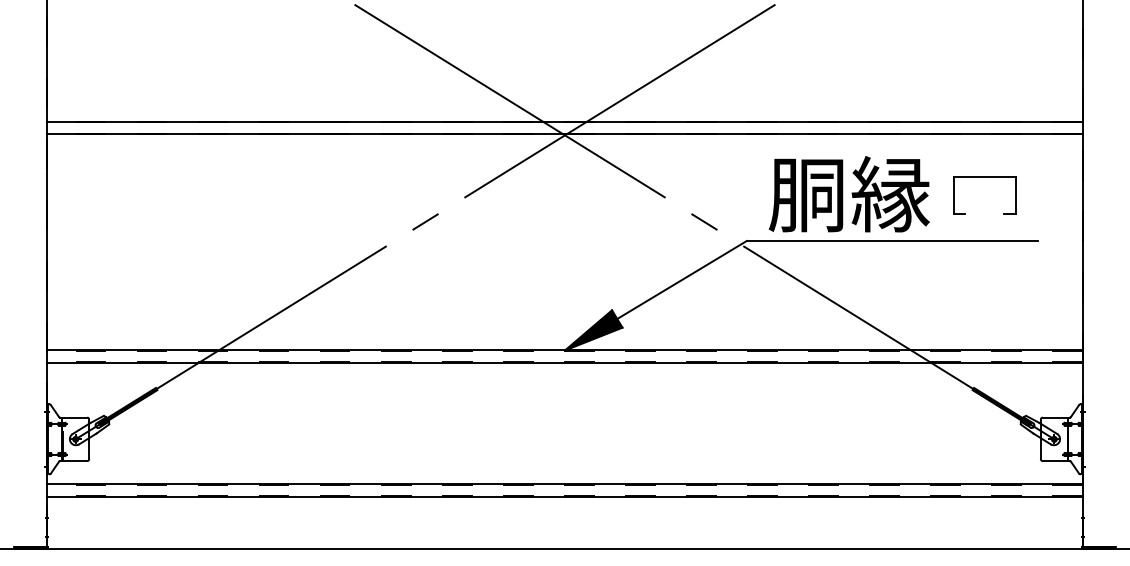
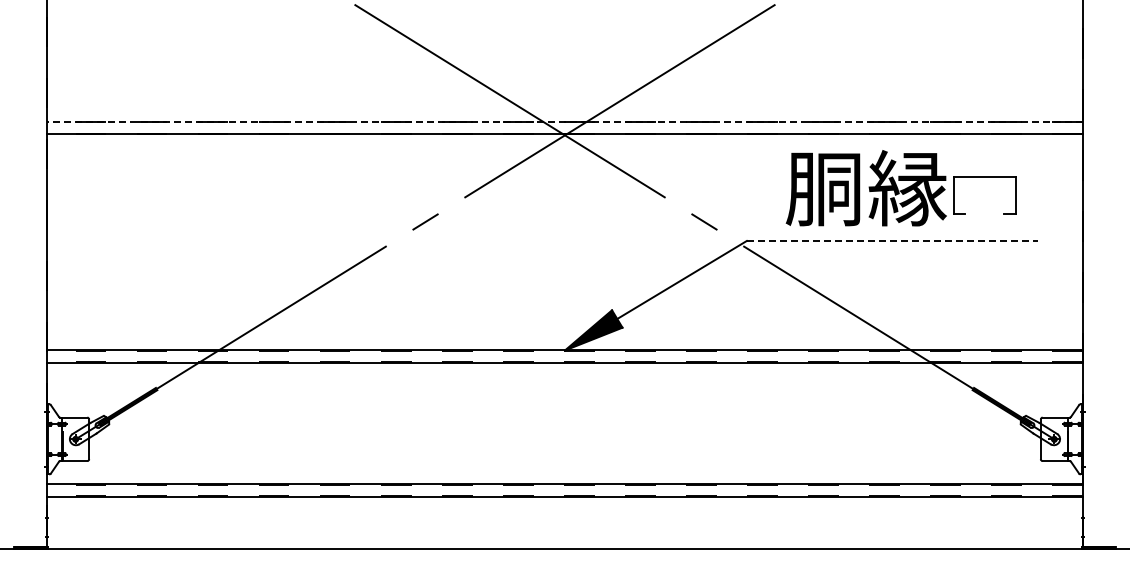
line at (565, 121): solid -> dashed
text at (848, 194) position: (848, 194) -> (865, 188)
line at (892, 240): solid -> dashed
